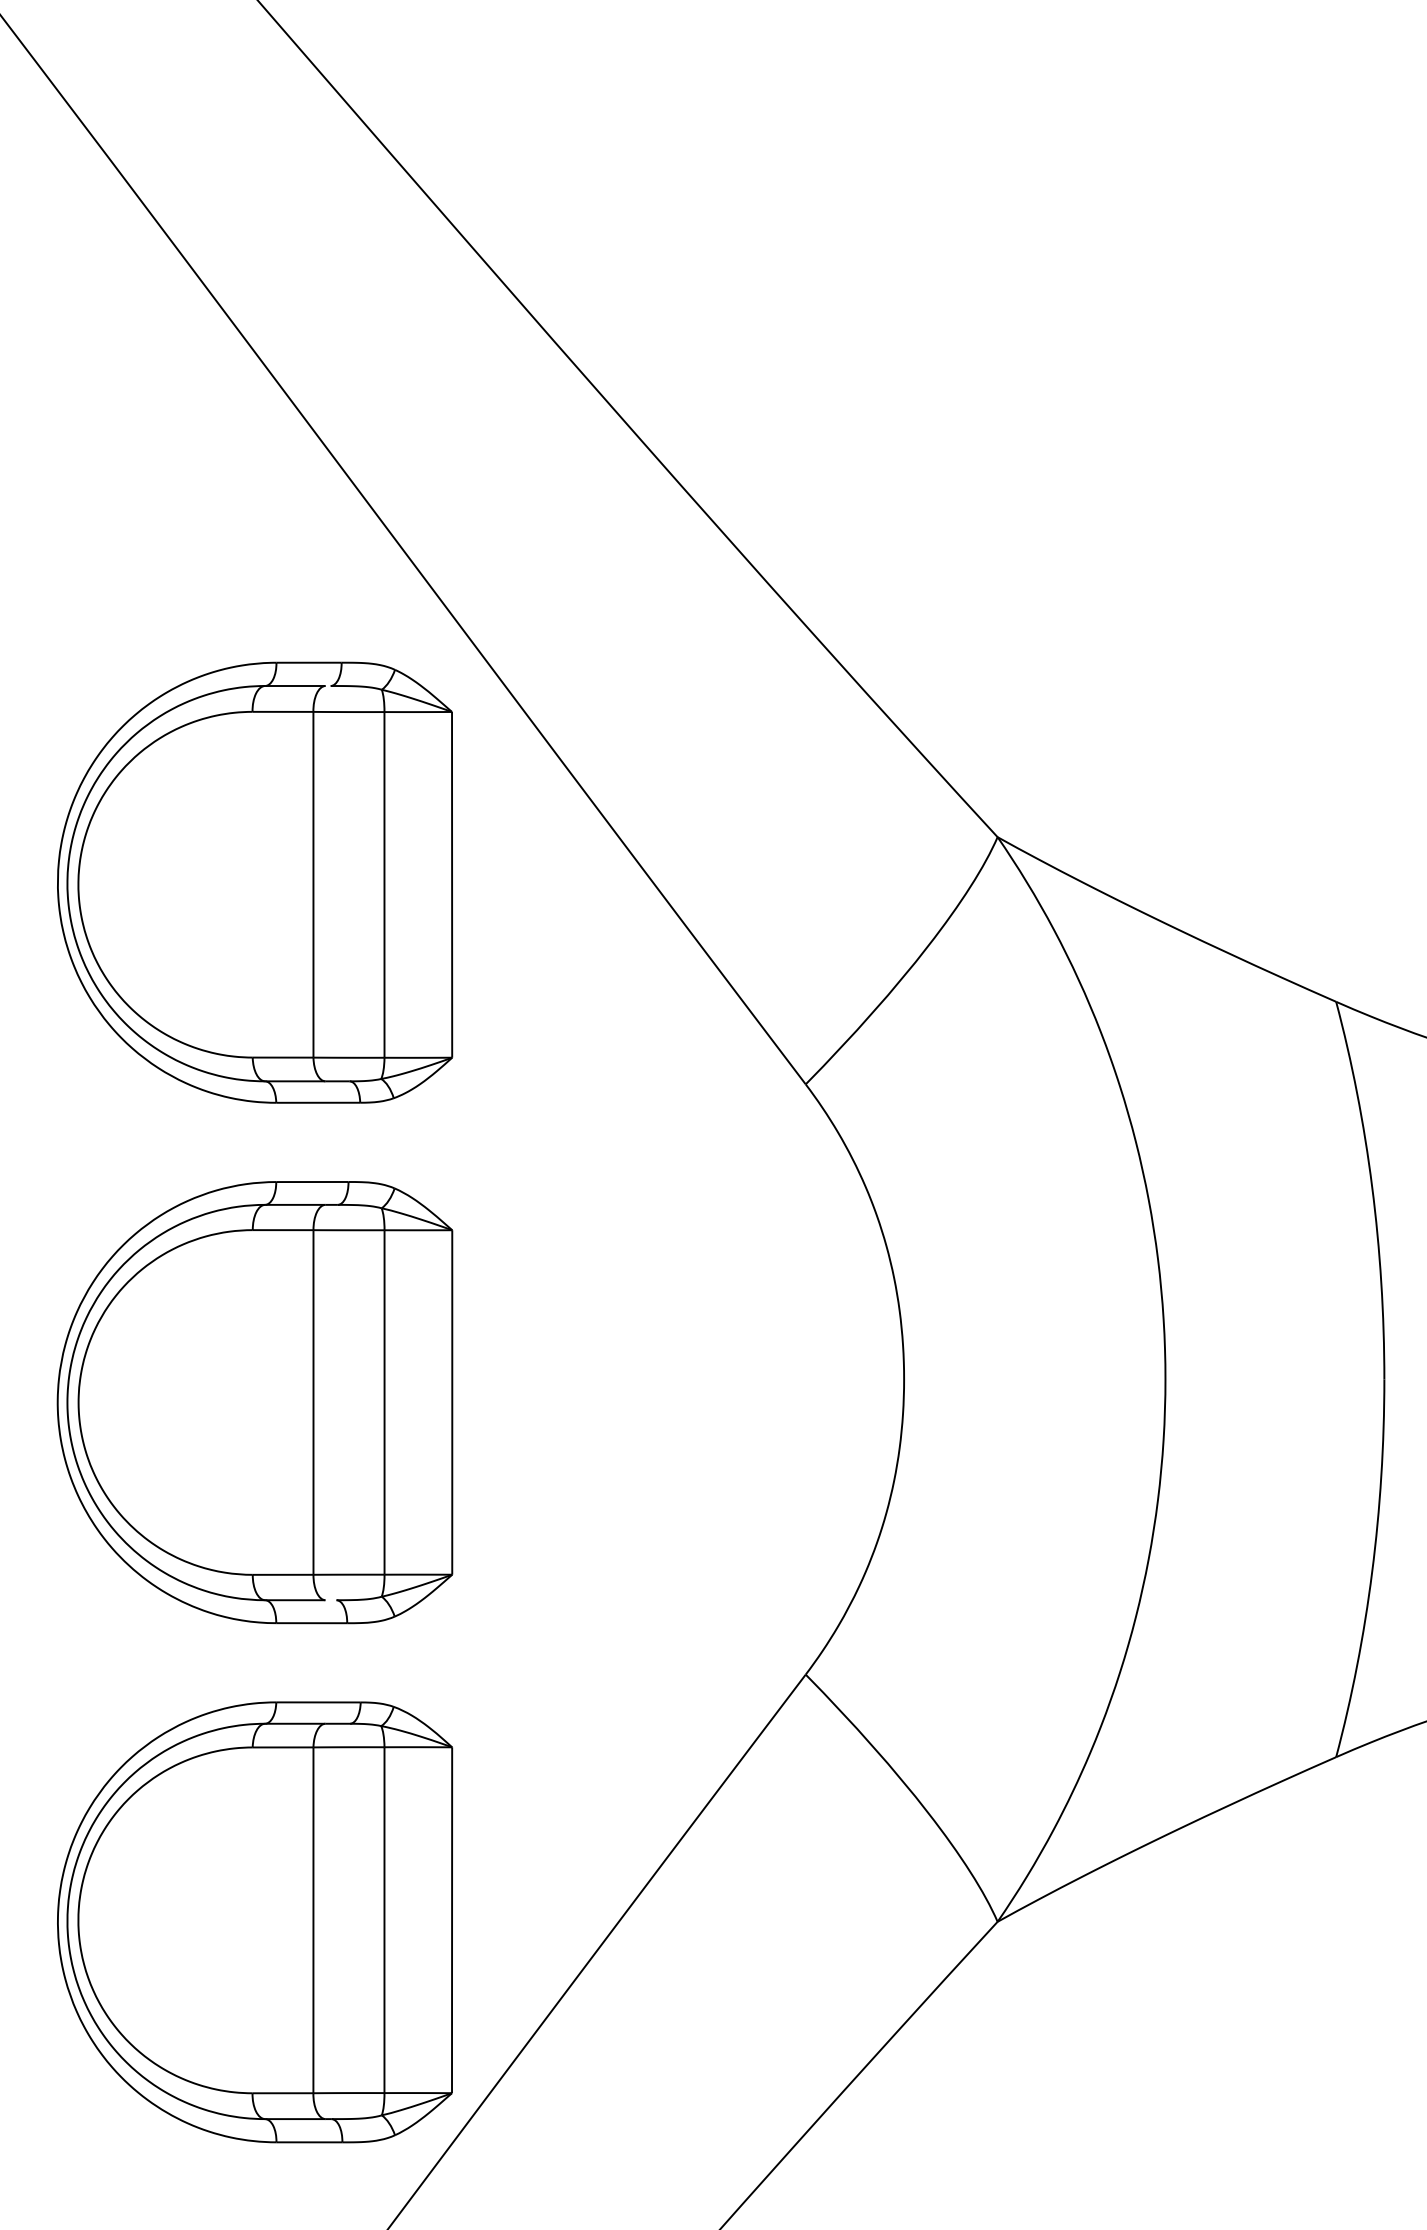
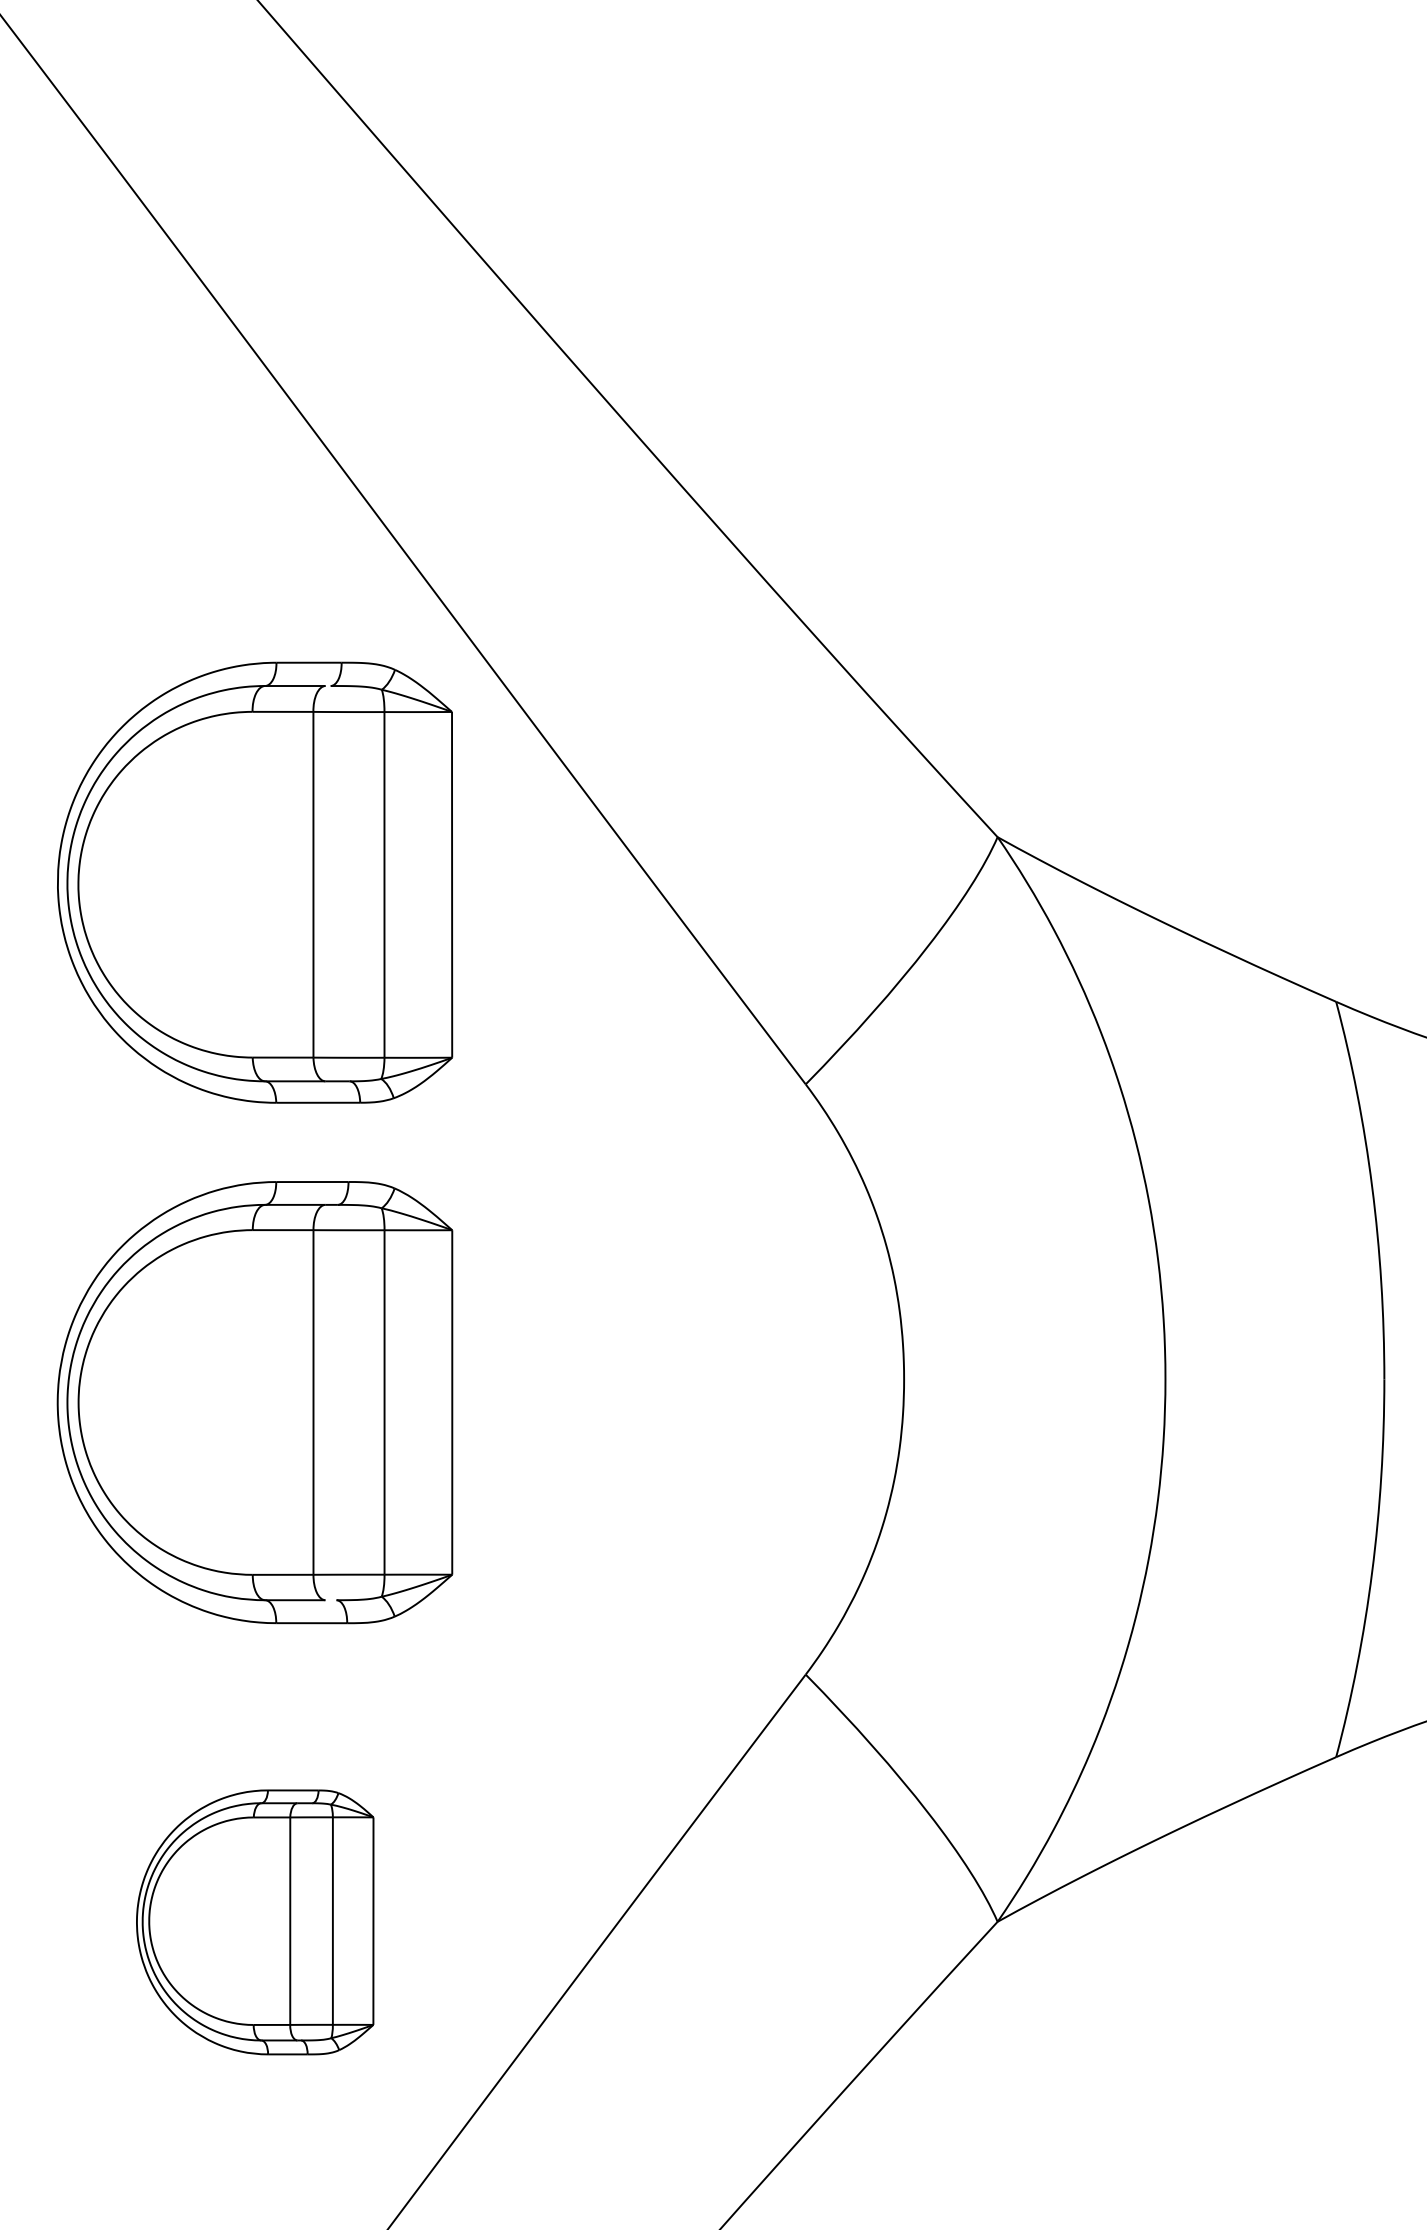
part at (255, 1922) size: 397x443 px -> 239x267 px
